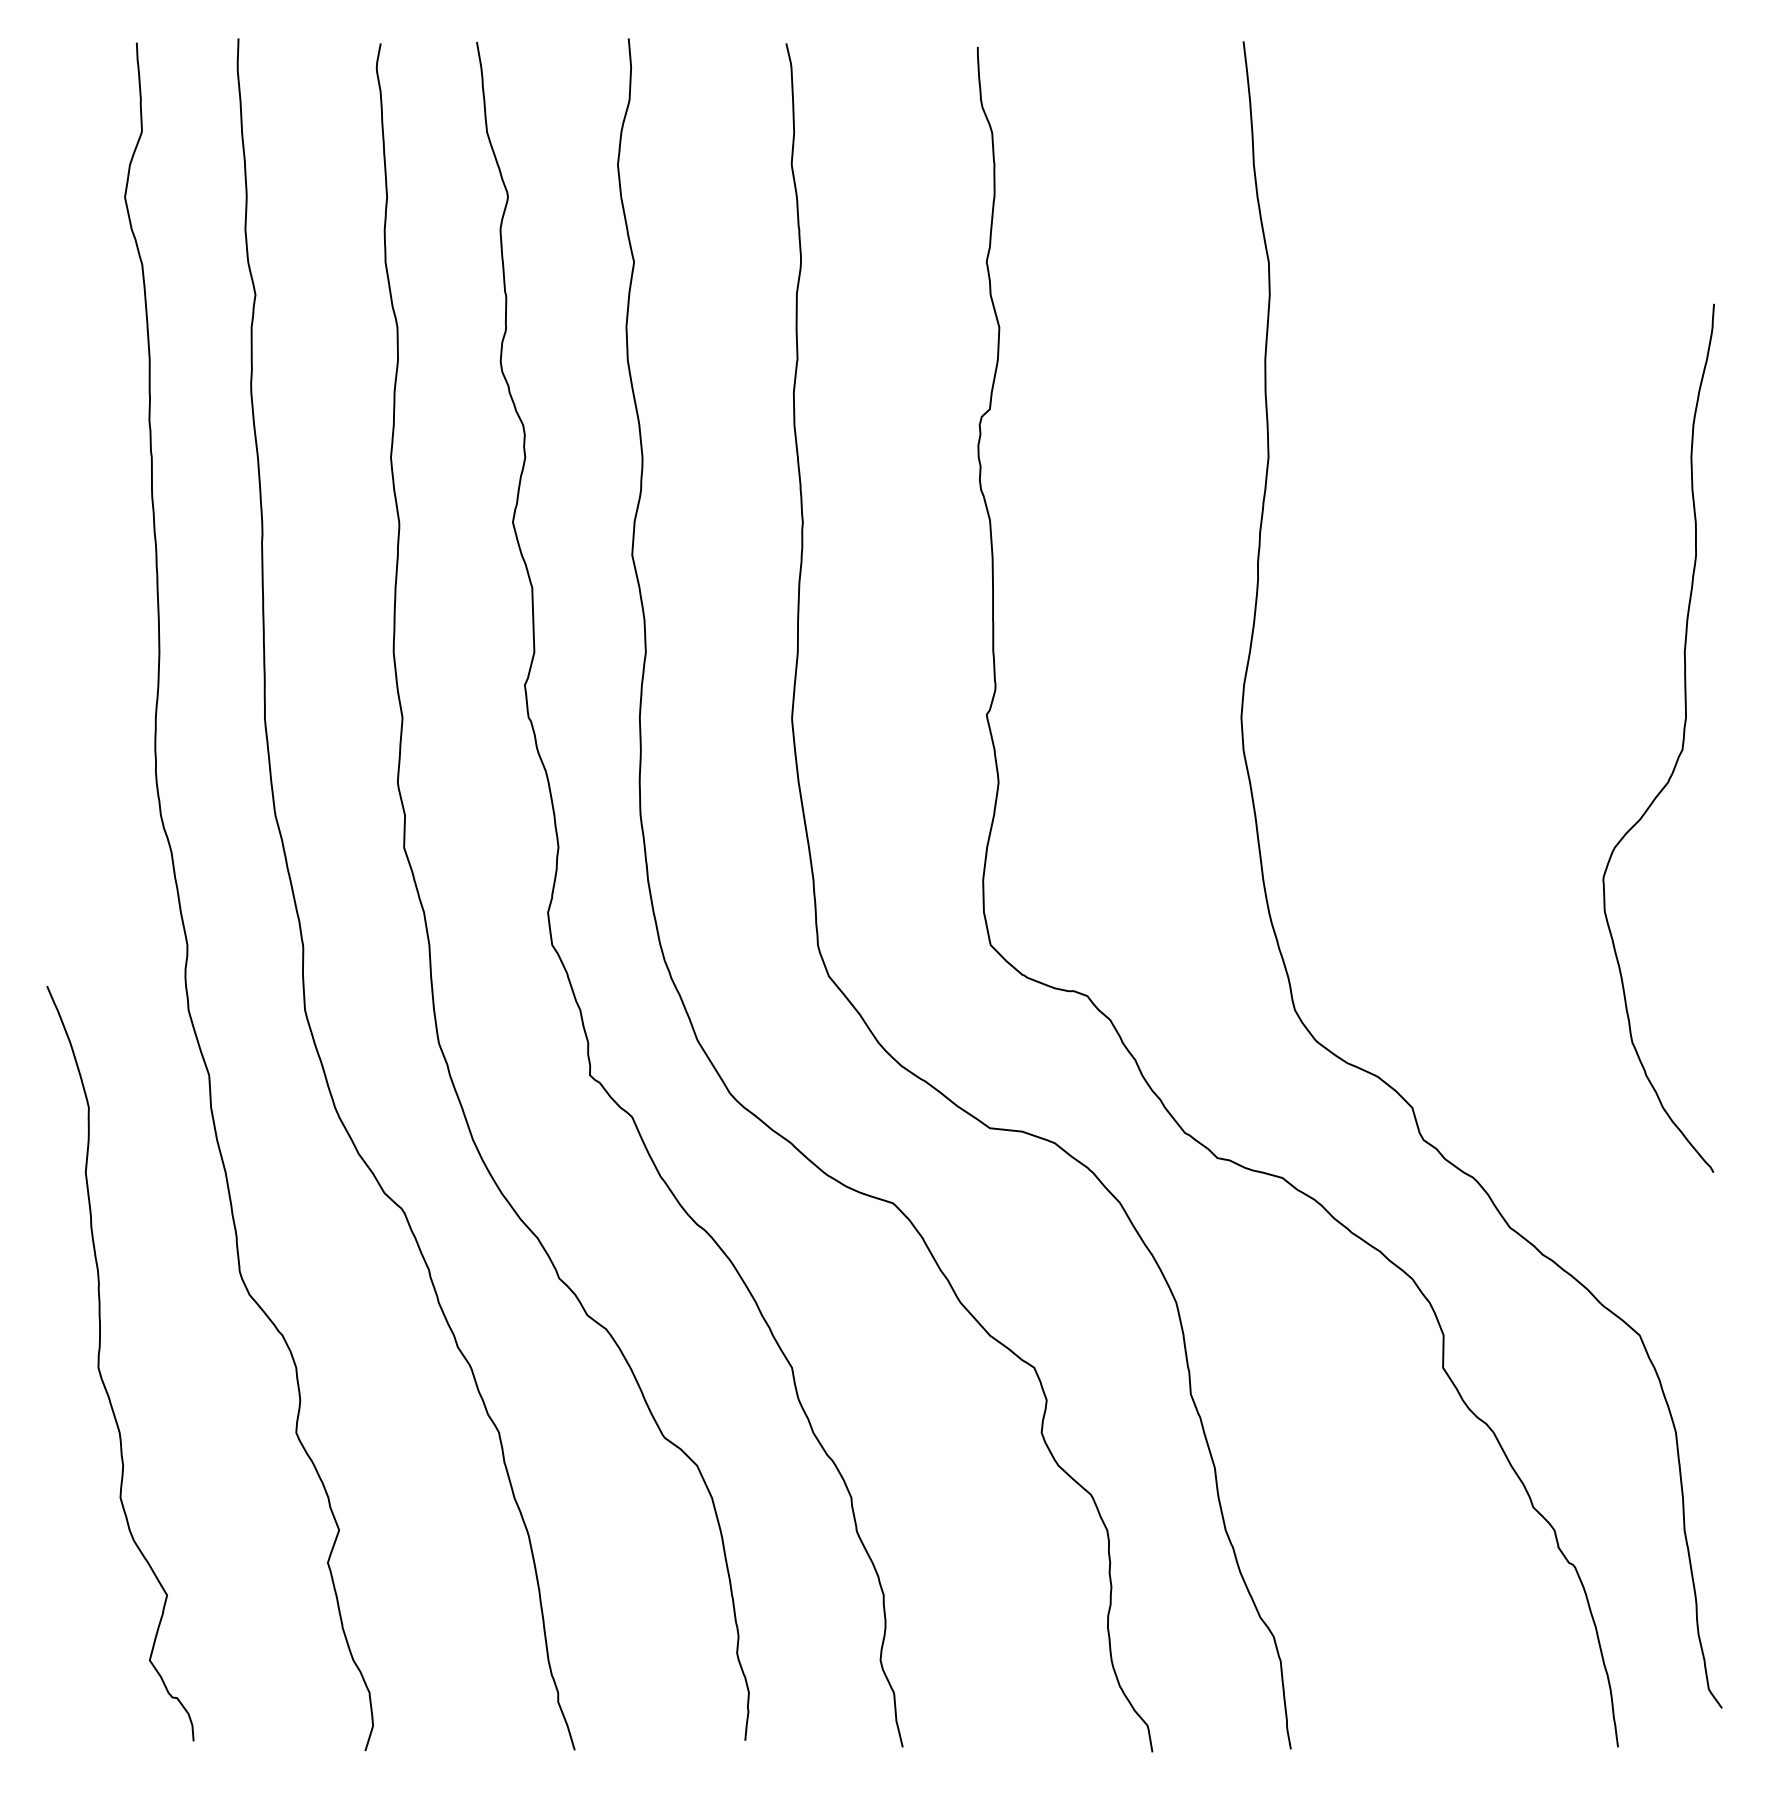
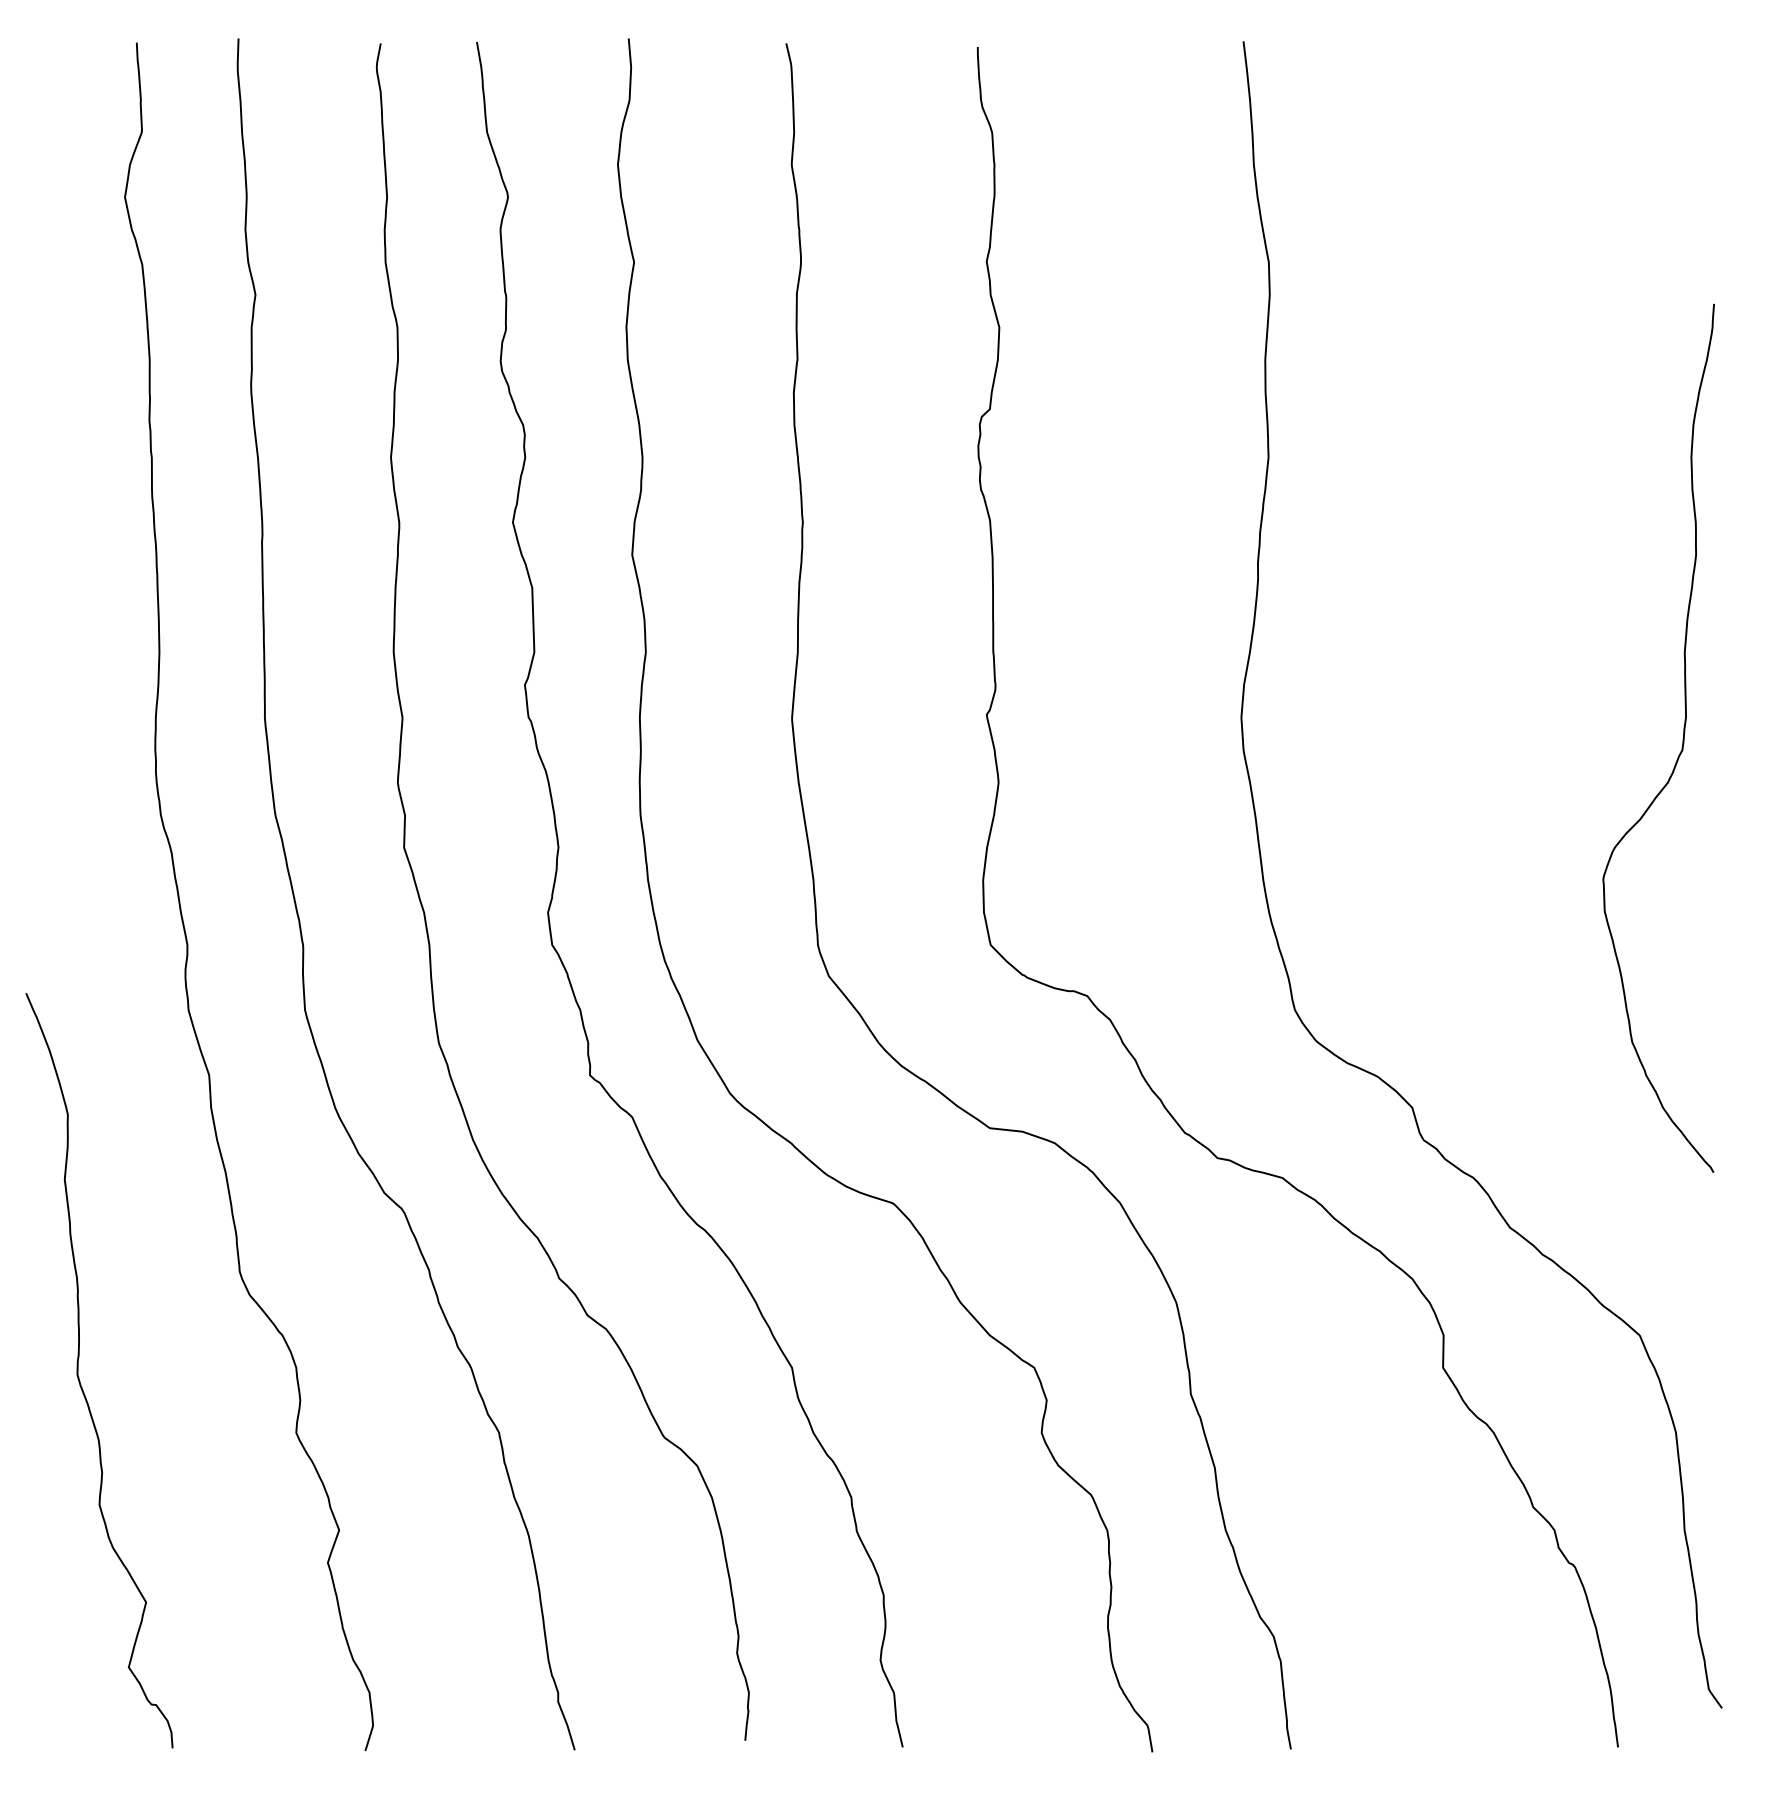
curve at (99, 1363) position: (99, 1363) -> (78, 1370)
